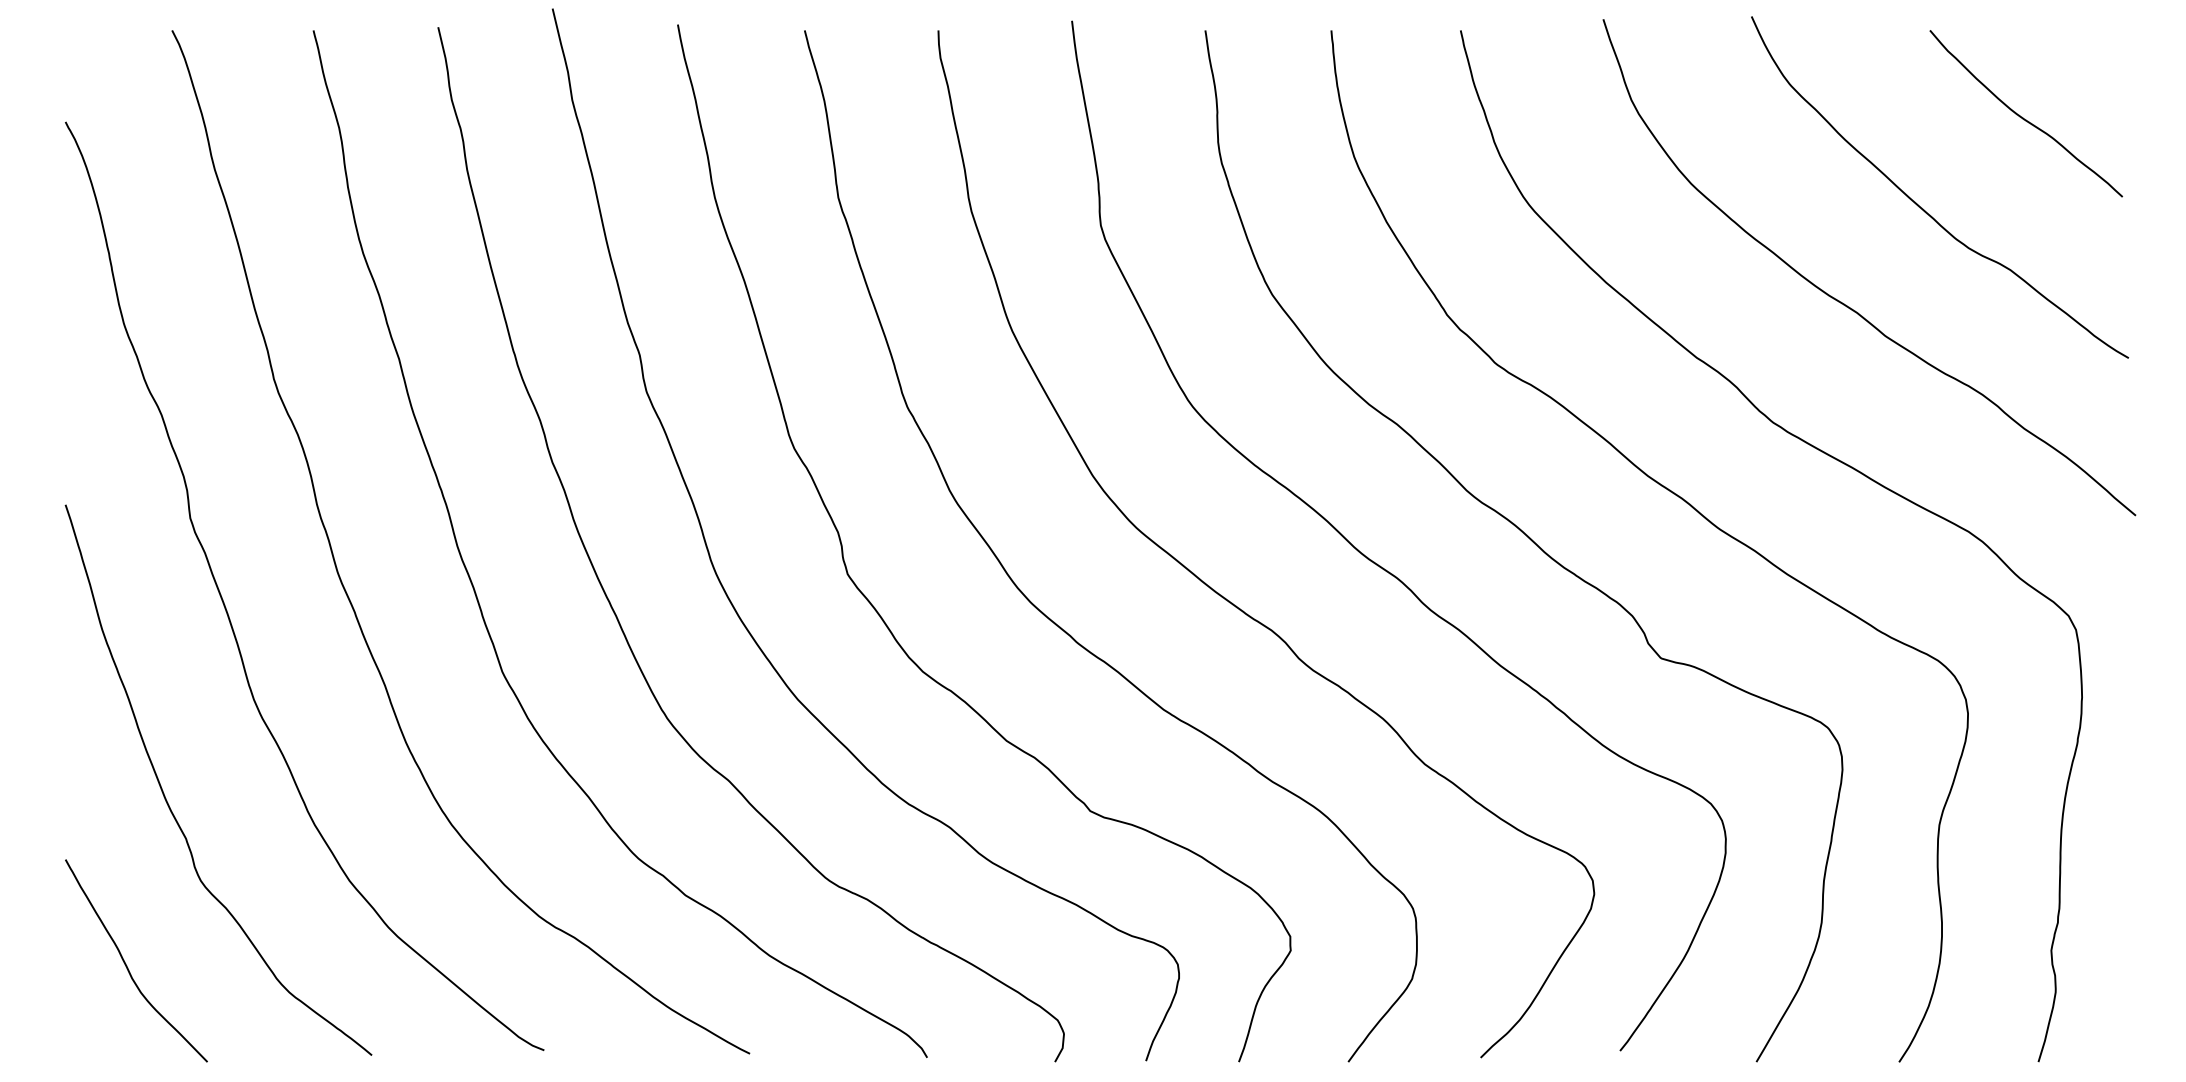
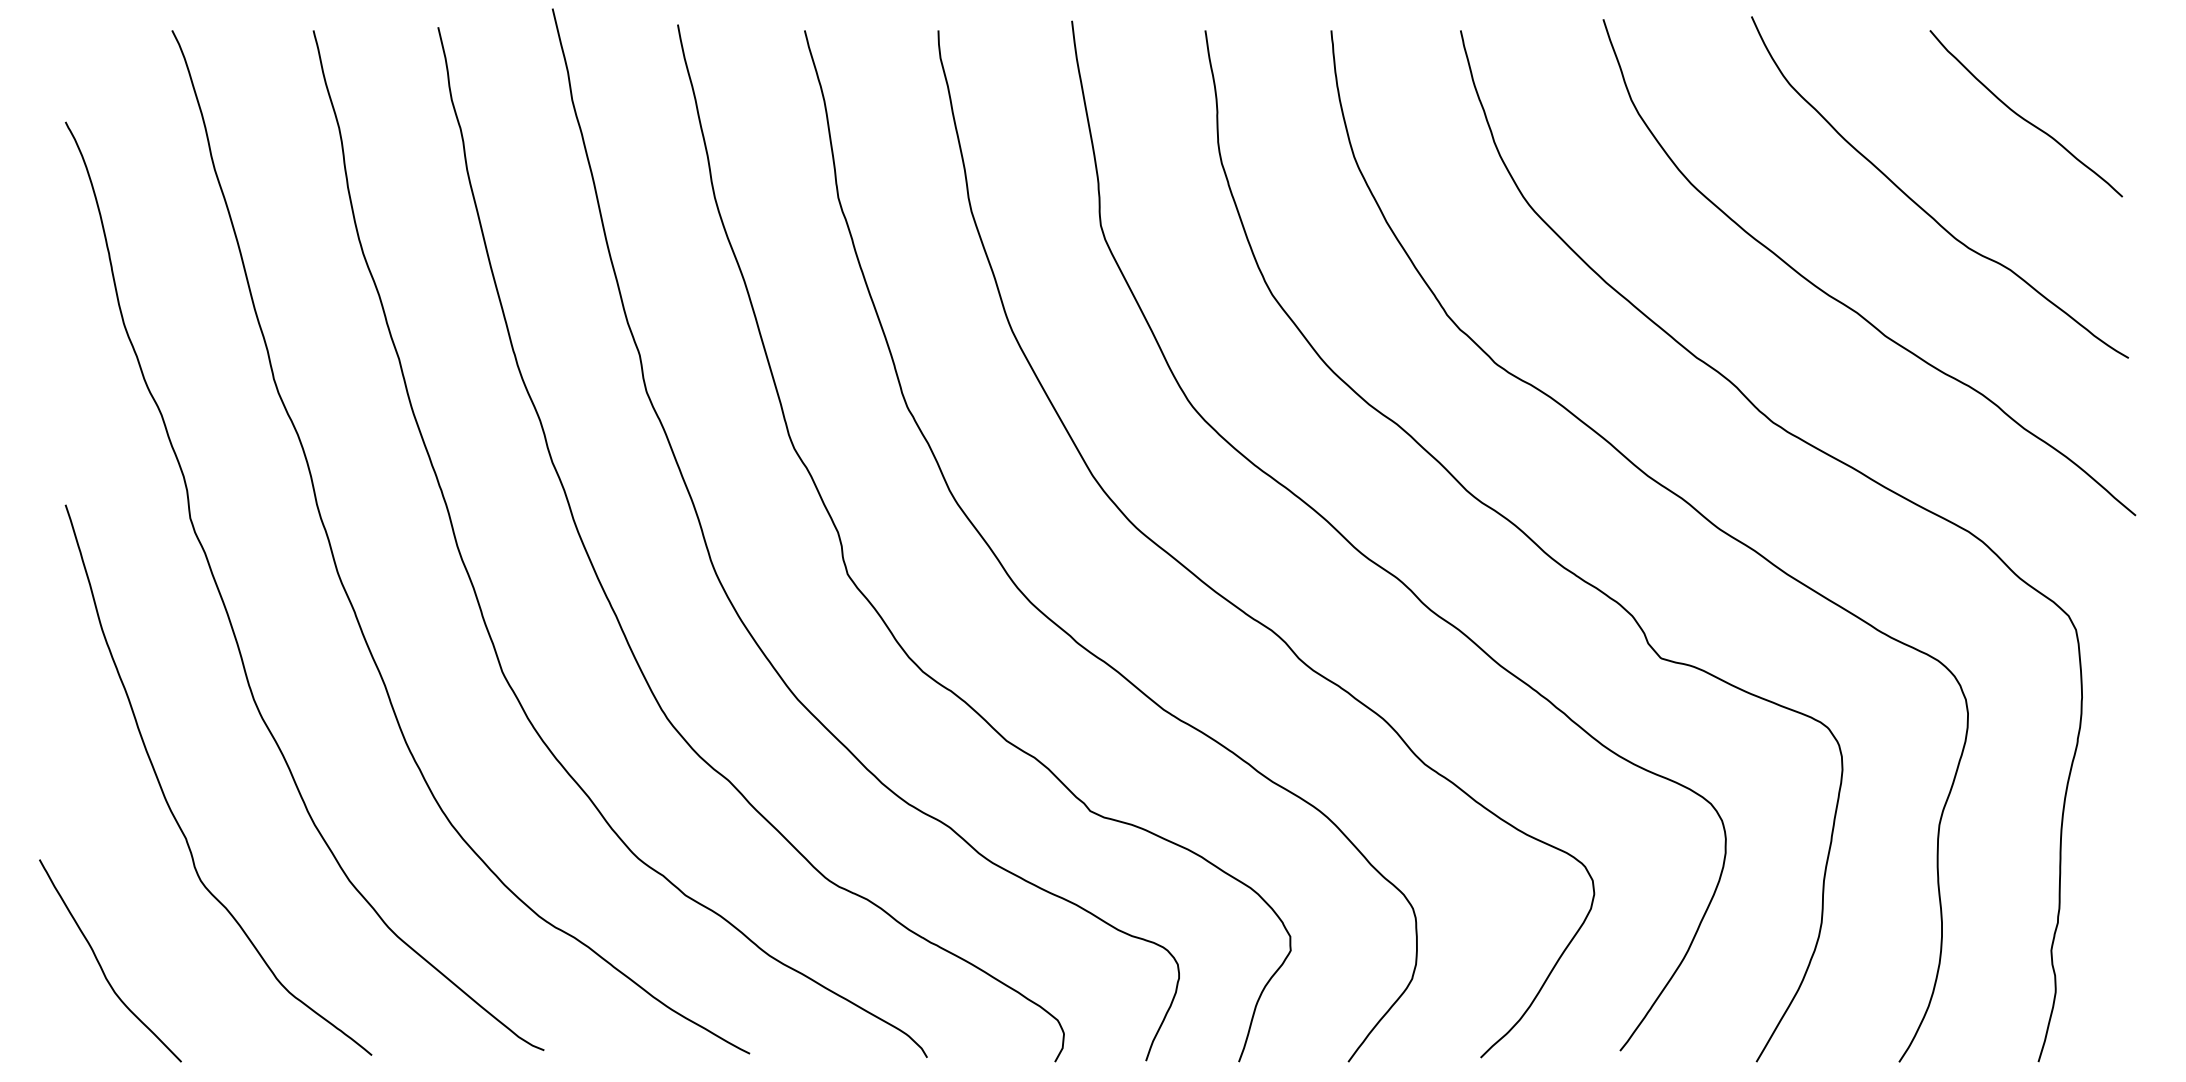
curve at (127, 965) position: (127, 965) -> (101, 965)
